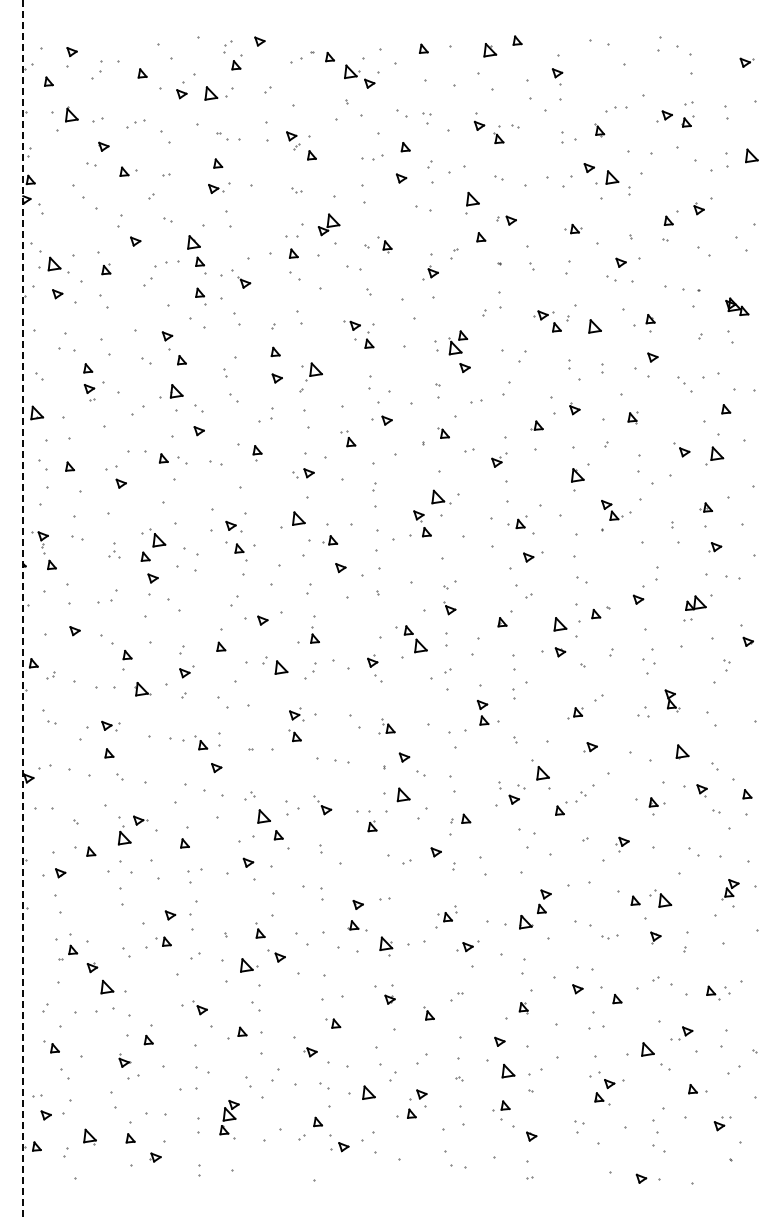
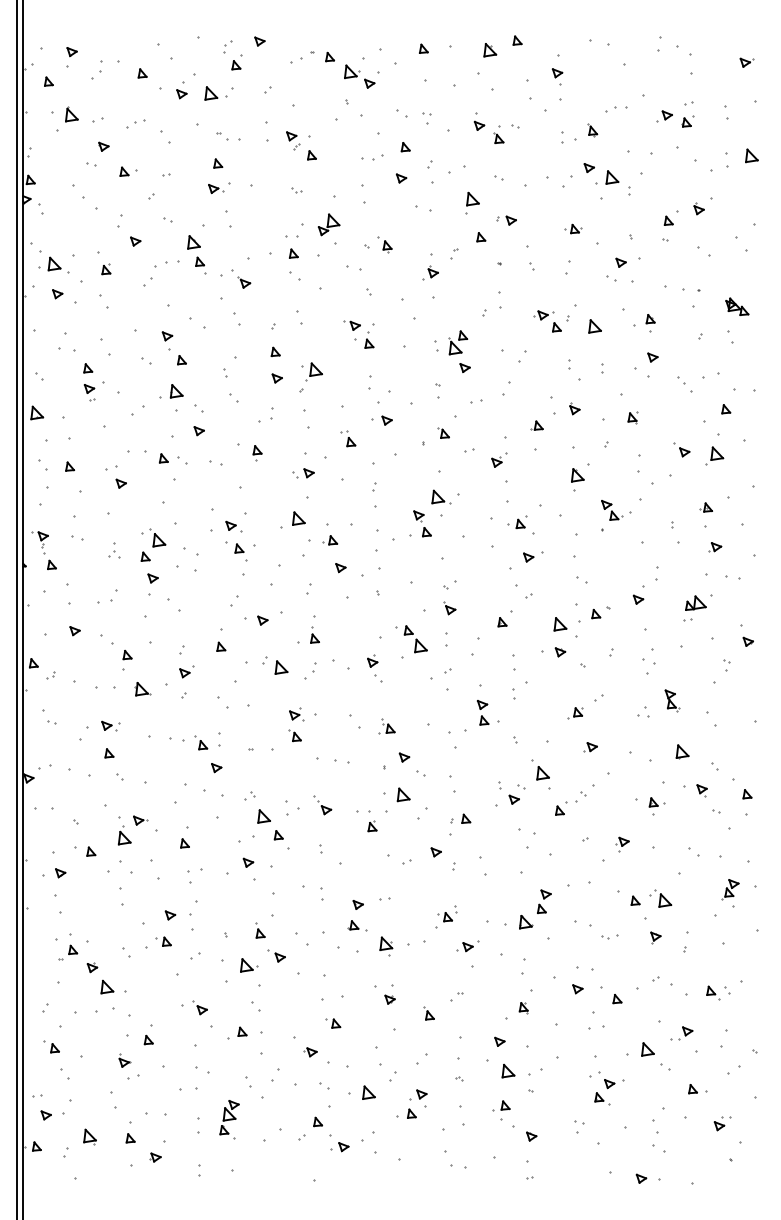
part at (599, 130) position: (599, 130) -> (592, 130)
part at (200, 296): present -> none
line at (16, 609): none -> present
line at (23, 609): dashed -> solid
